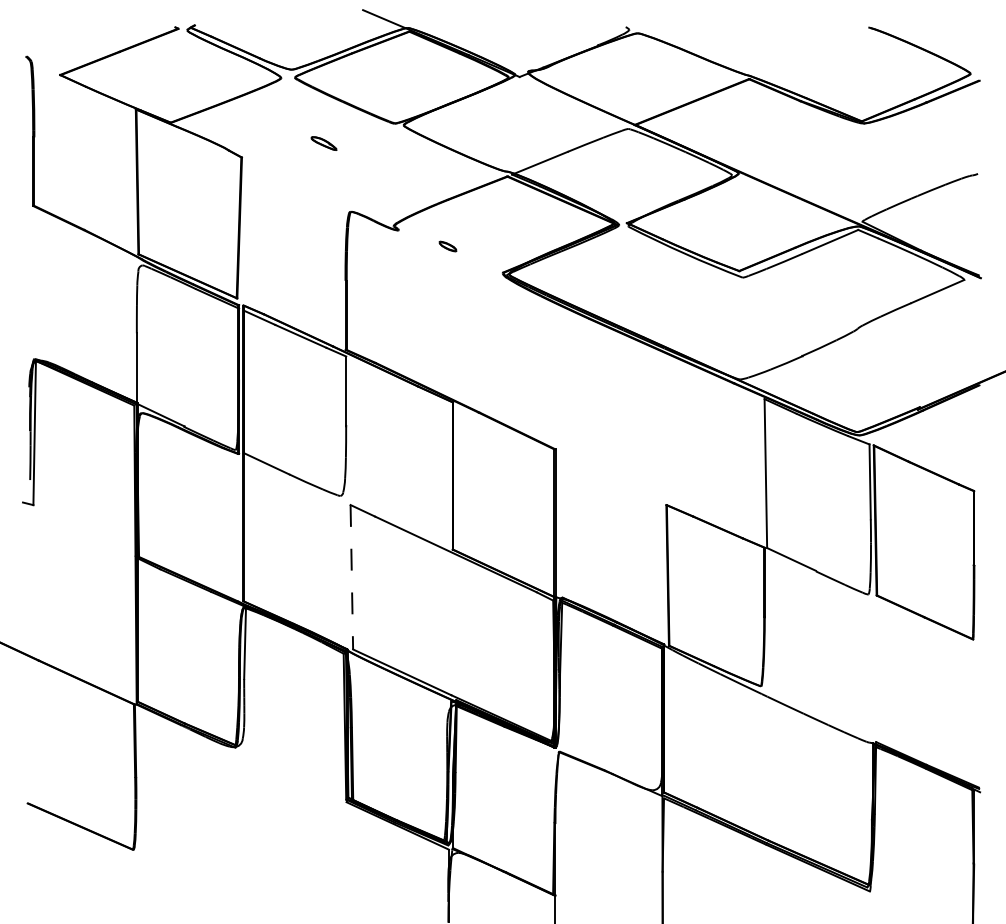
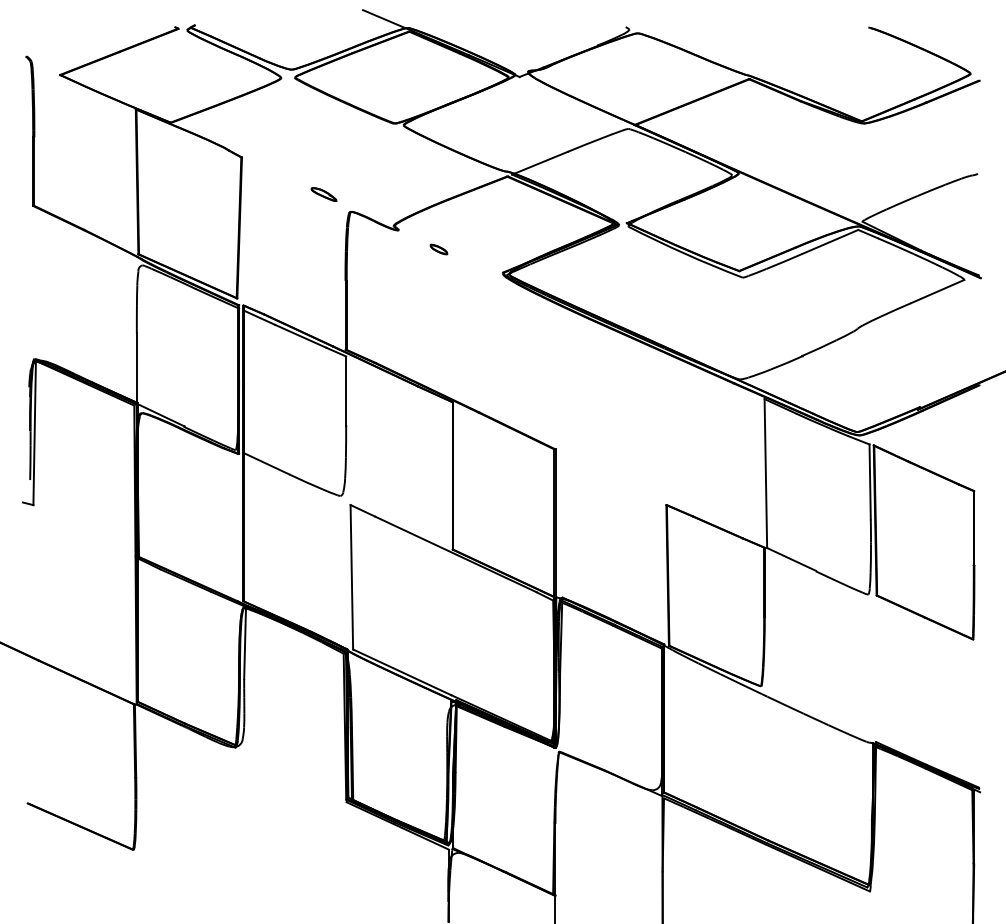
part at (323, 143) position: (323, 143) -> (323, 194)
part at (447, 246) position: (447, 246) -> (438, 249)
line at (351, 577): dashed -> solid
